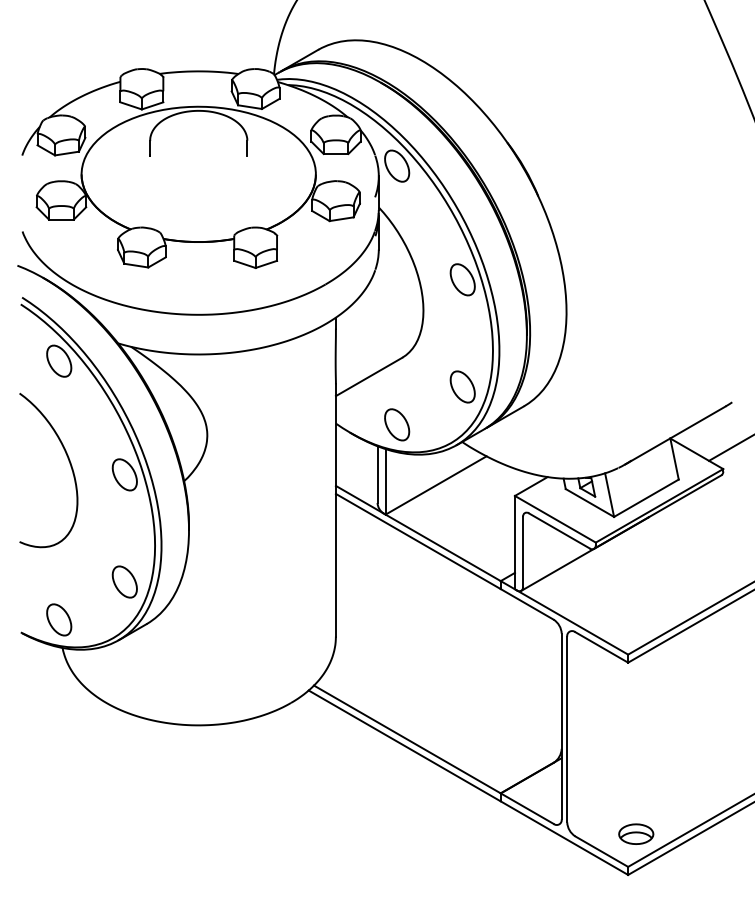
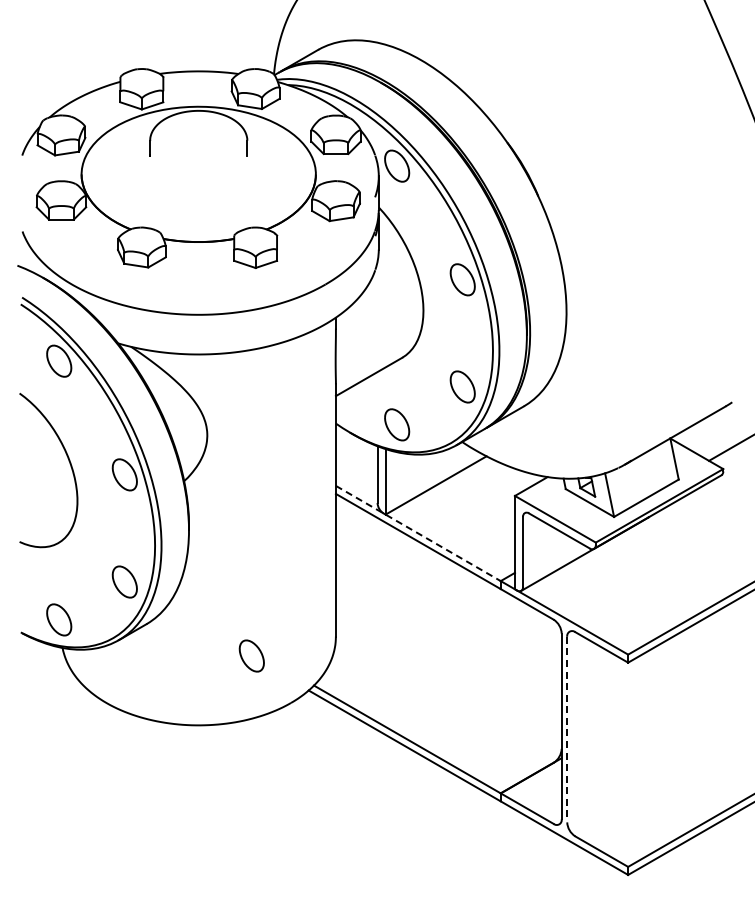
line at (418, 533): solid -> dashed
part at (251, 655): none -> present
line at (567, 729): solid -> dashed
part at (636, 833): present -> none
